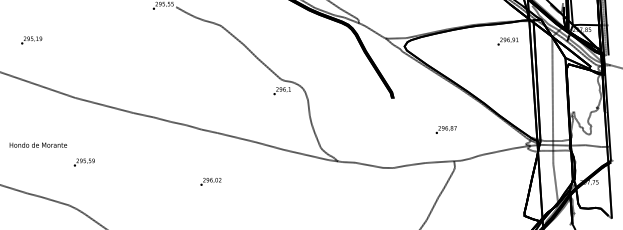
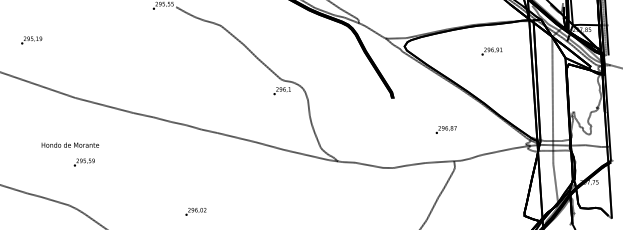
text at (507, 41) position: (507, 41) -> (491, 51)
text at (38, 144) position: (38, 144) -> (70, 144)
text at (210, 181) position: (210, 181) -> (195, 211)
